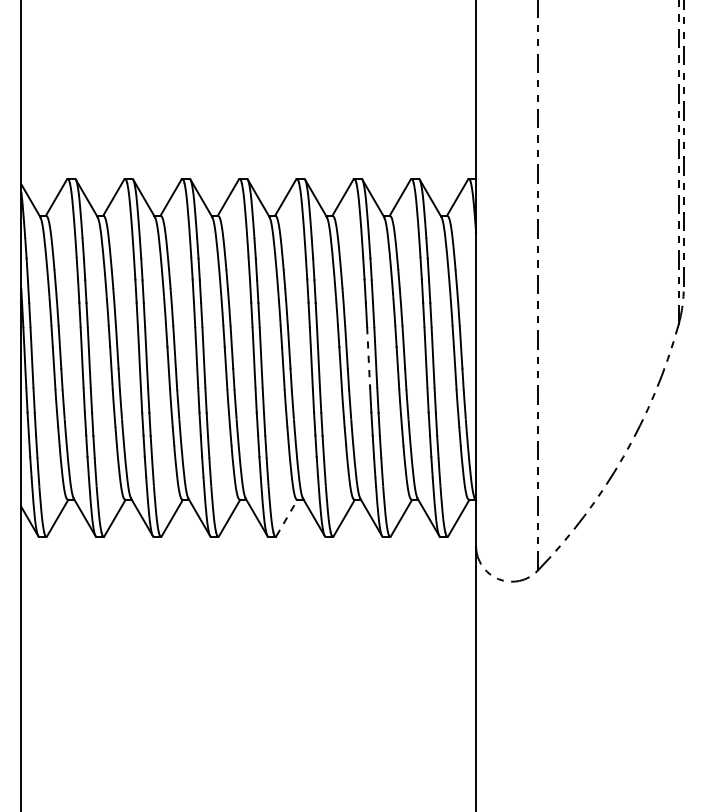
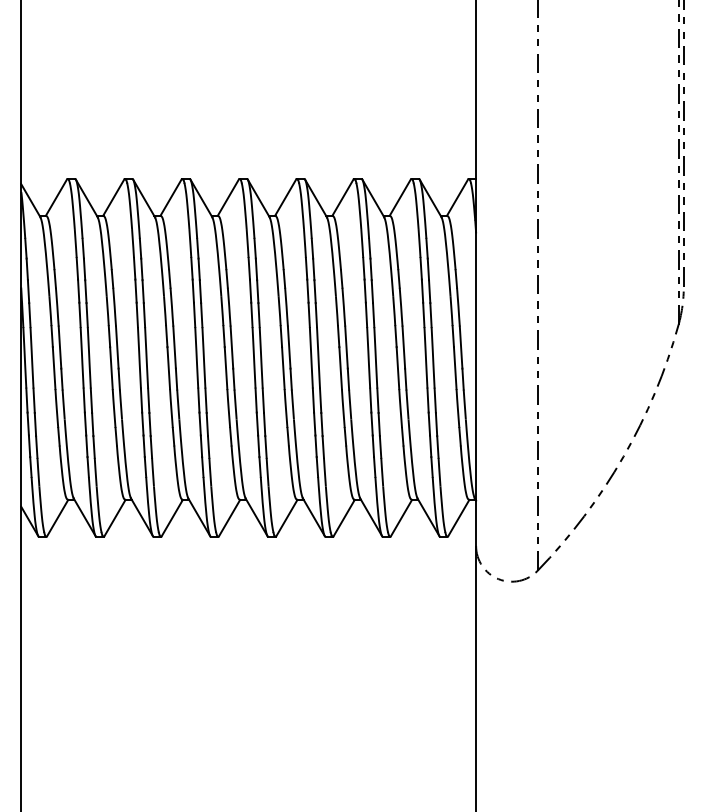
line at (368, 358): dashed -> solid
line at (286, 518): dashed -> solid
